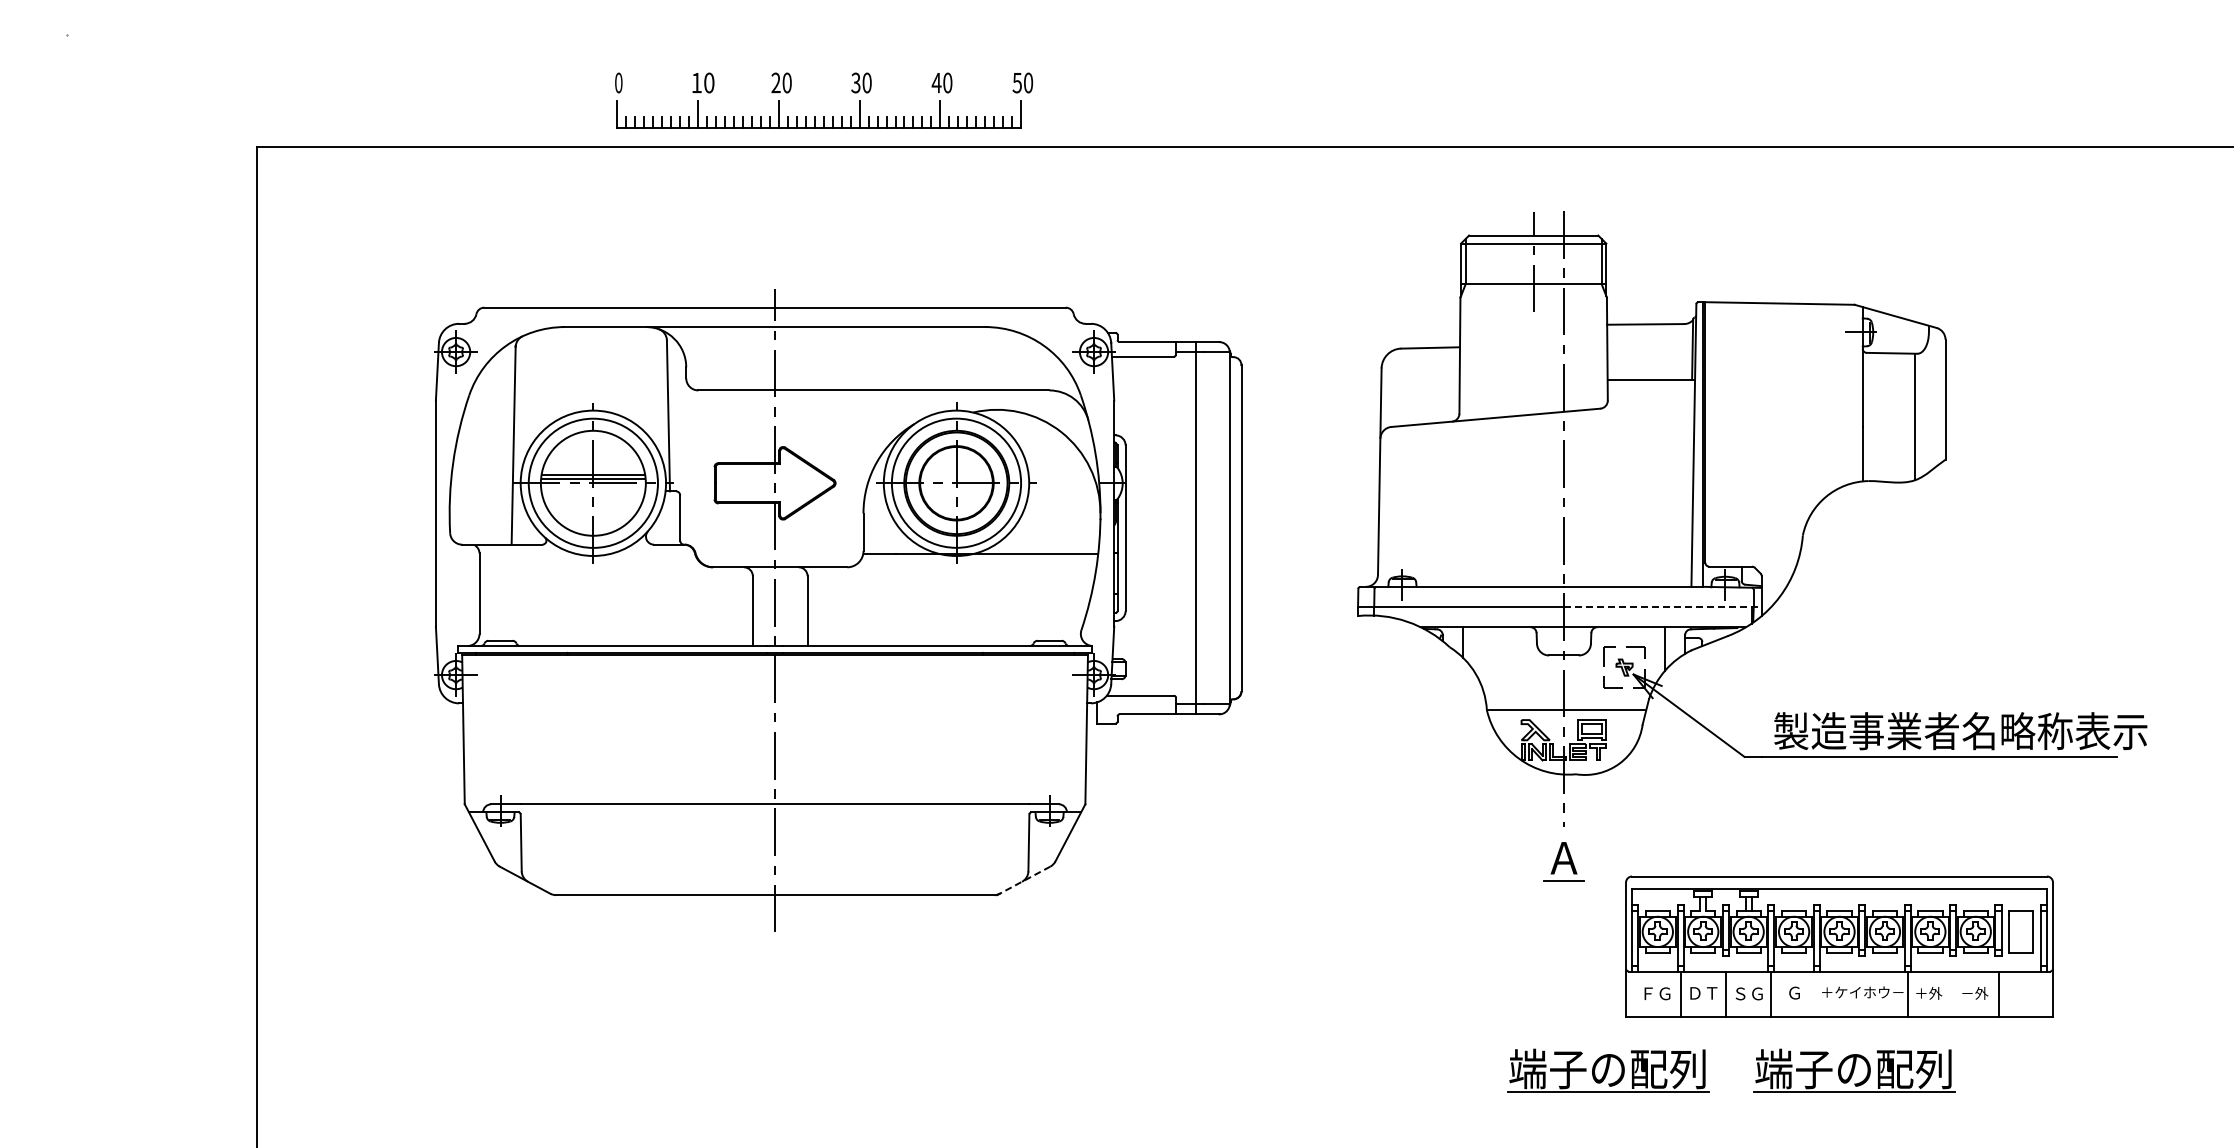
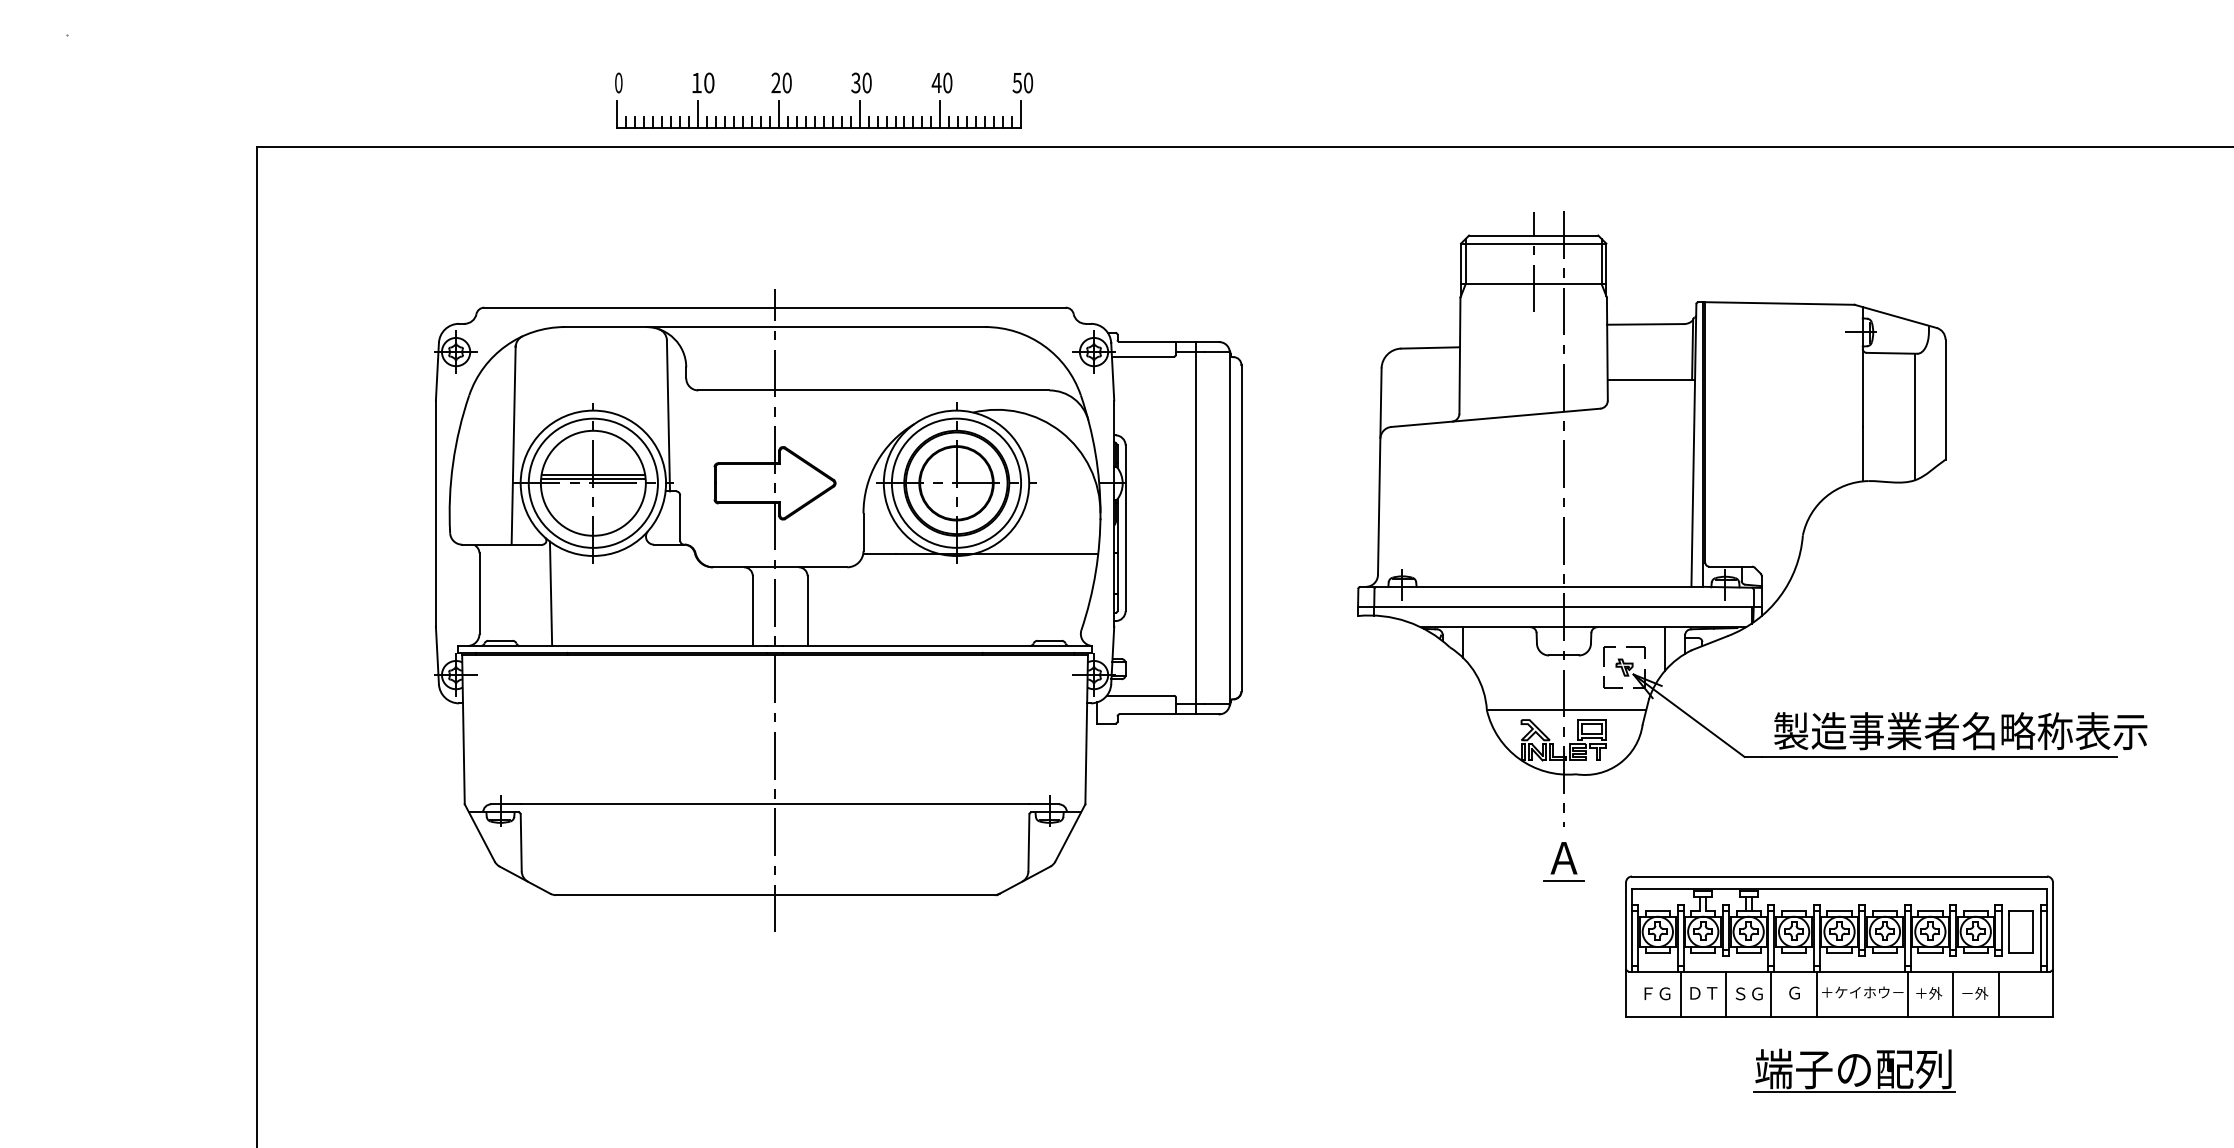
line at (550, 593): none -> present
line at (1662, 607): dashed -> solid
line at (1025, 880): dashed -> solid
line at (1816, 994): none -> present
line at (1953, 994): none -> present
part at (1608, 1070): present -> none
